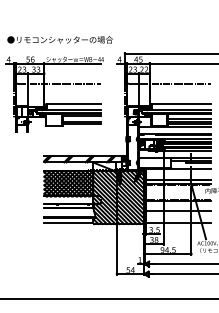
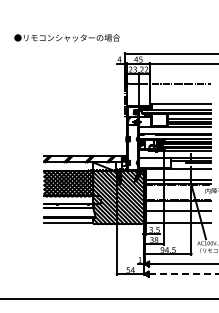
text at (59, 39) position: (59, 39) -> (66, 37)
part at (54, 103): present -> none
line at (184, 274): solid -> dashed
